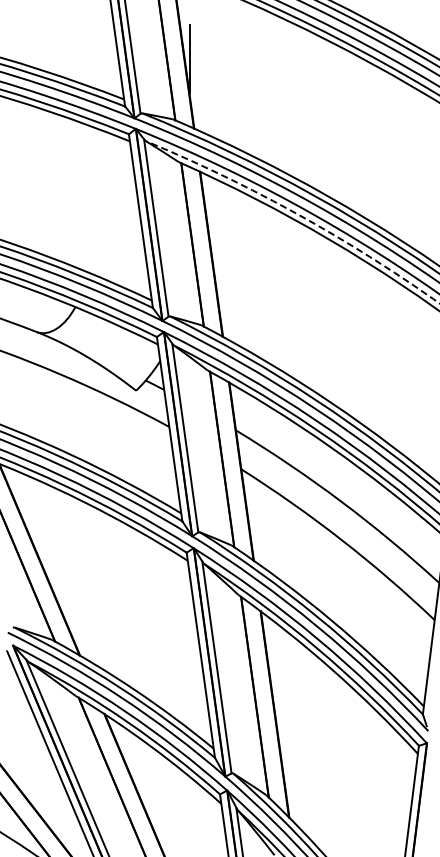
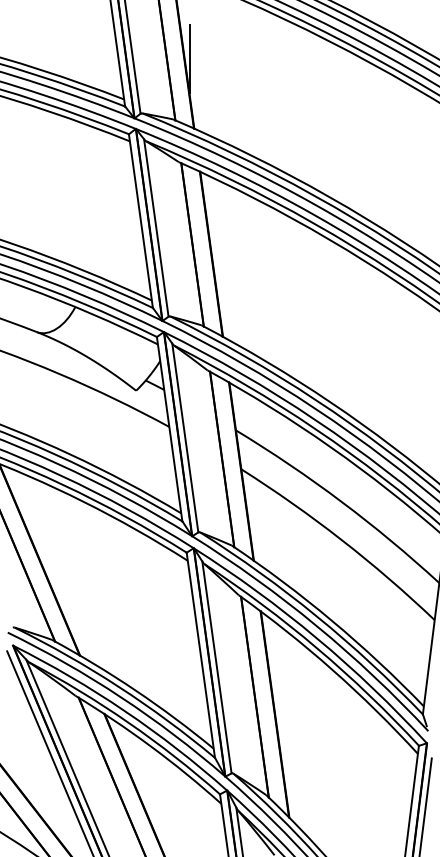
arc at (297, 214): dashed -> solid
line at (425, 805): none -> present
